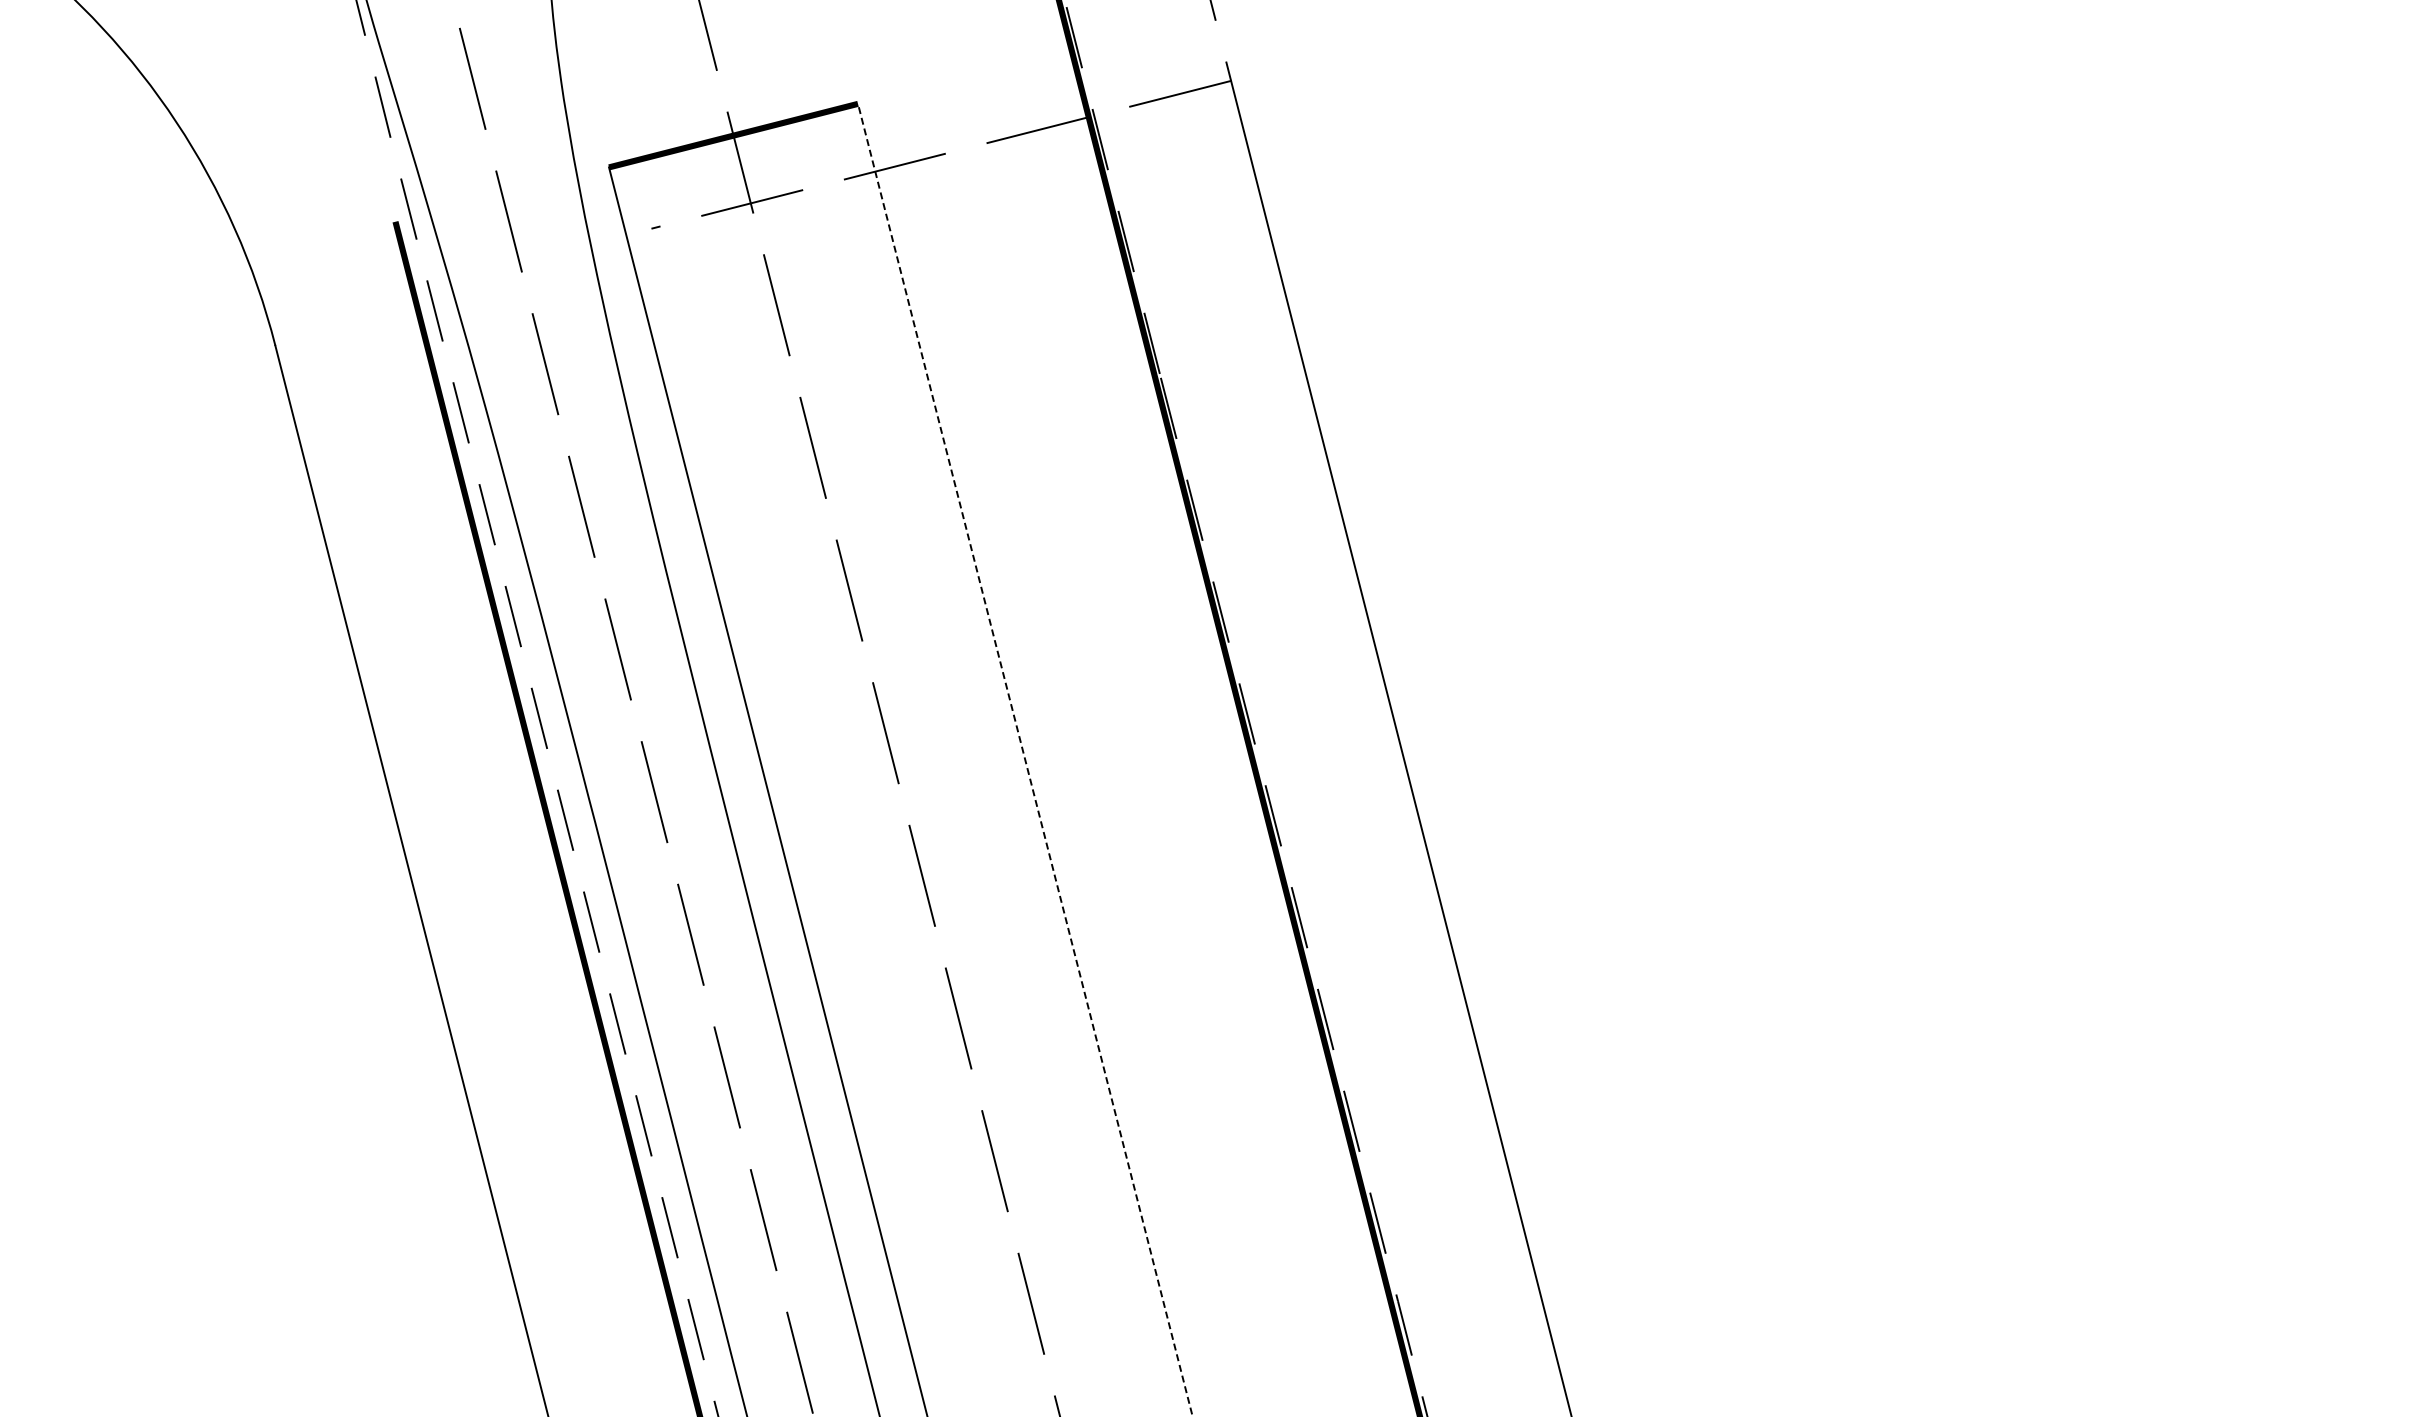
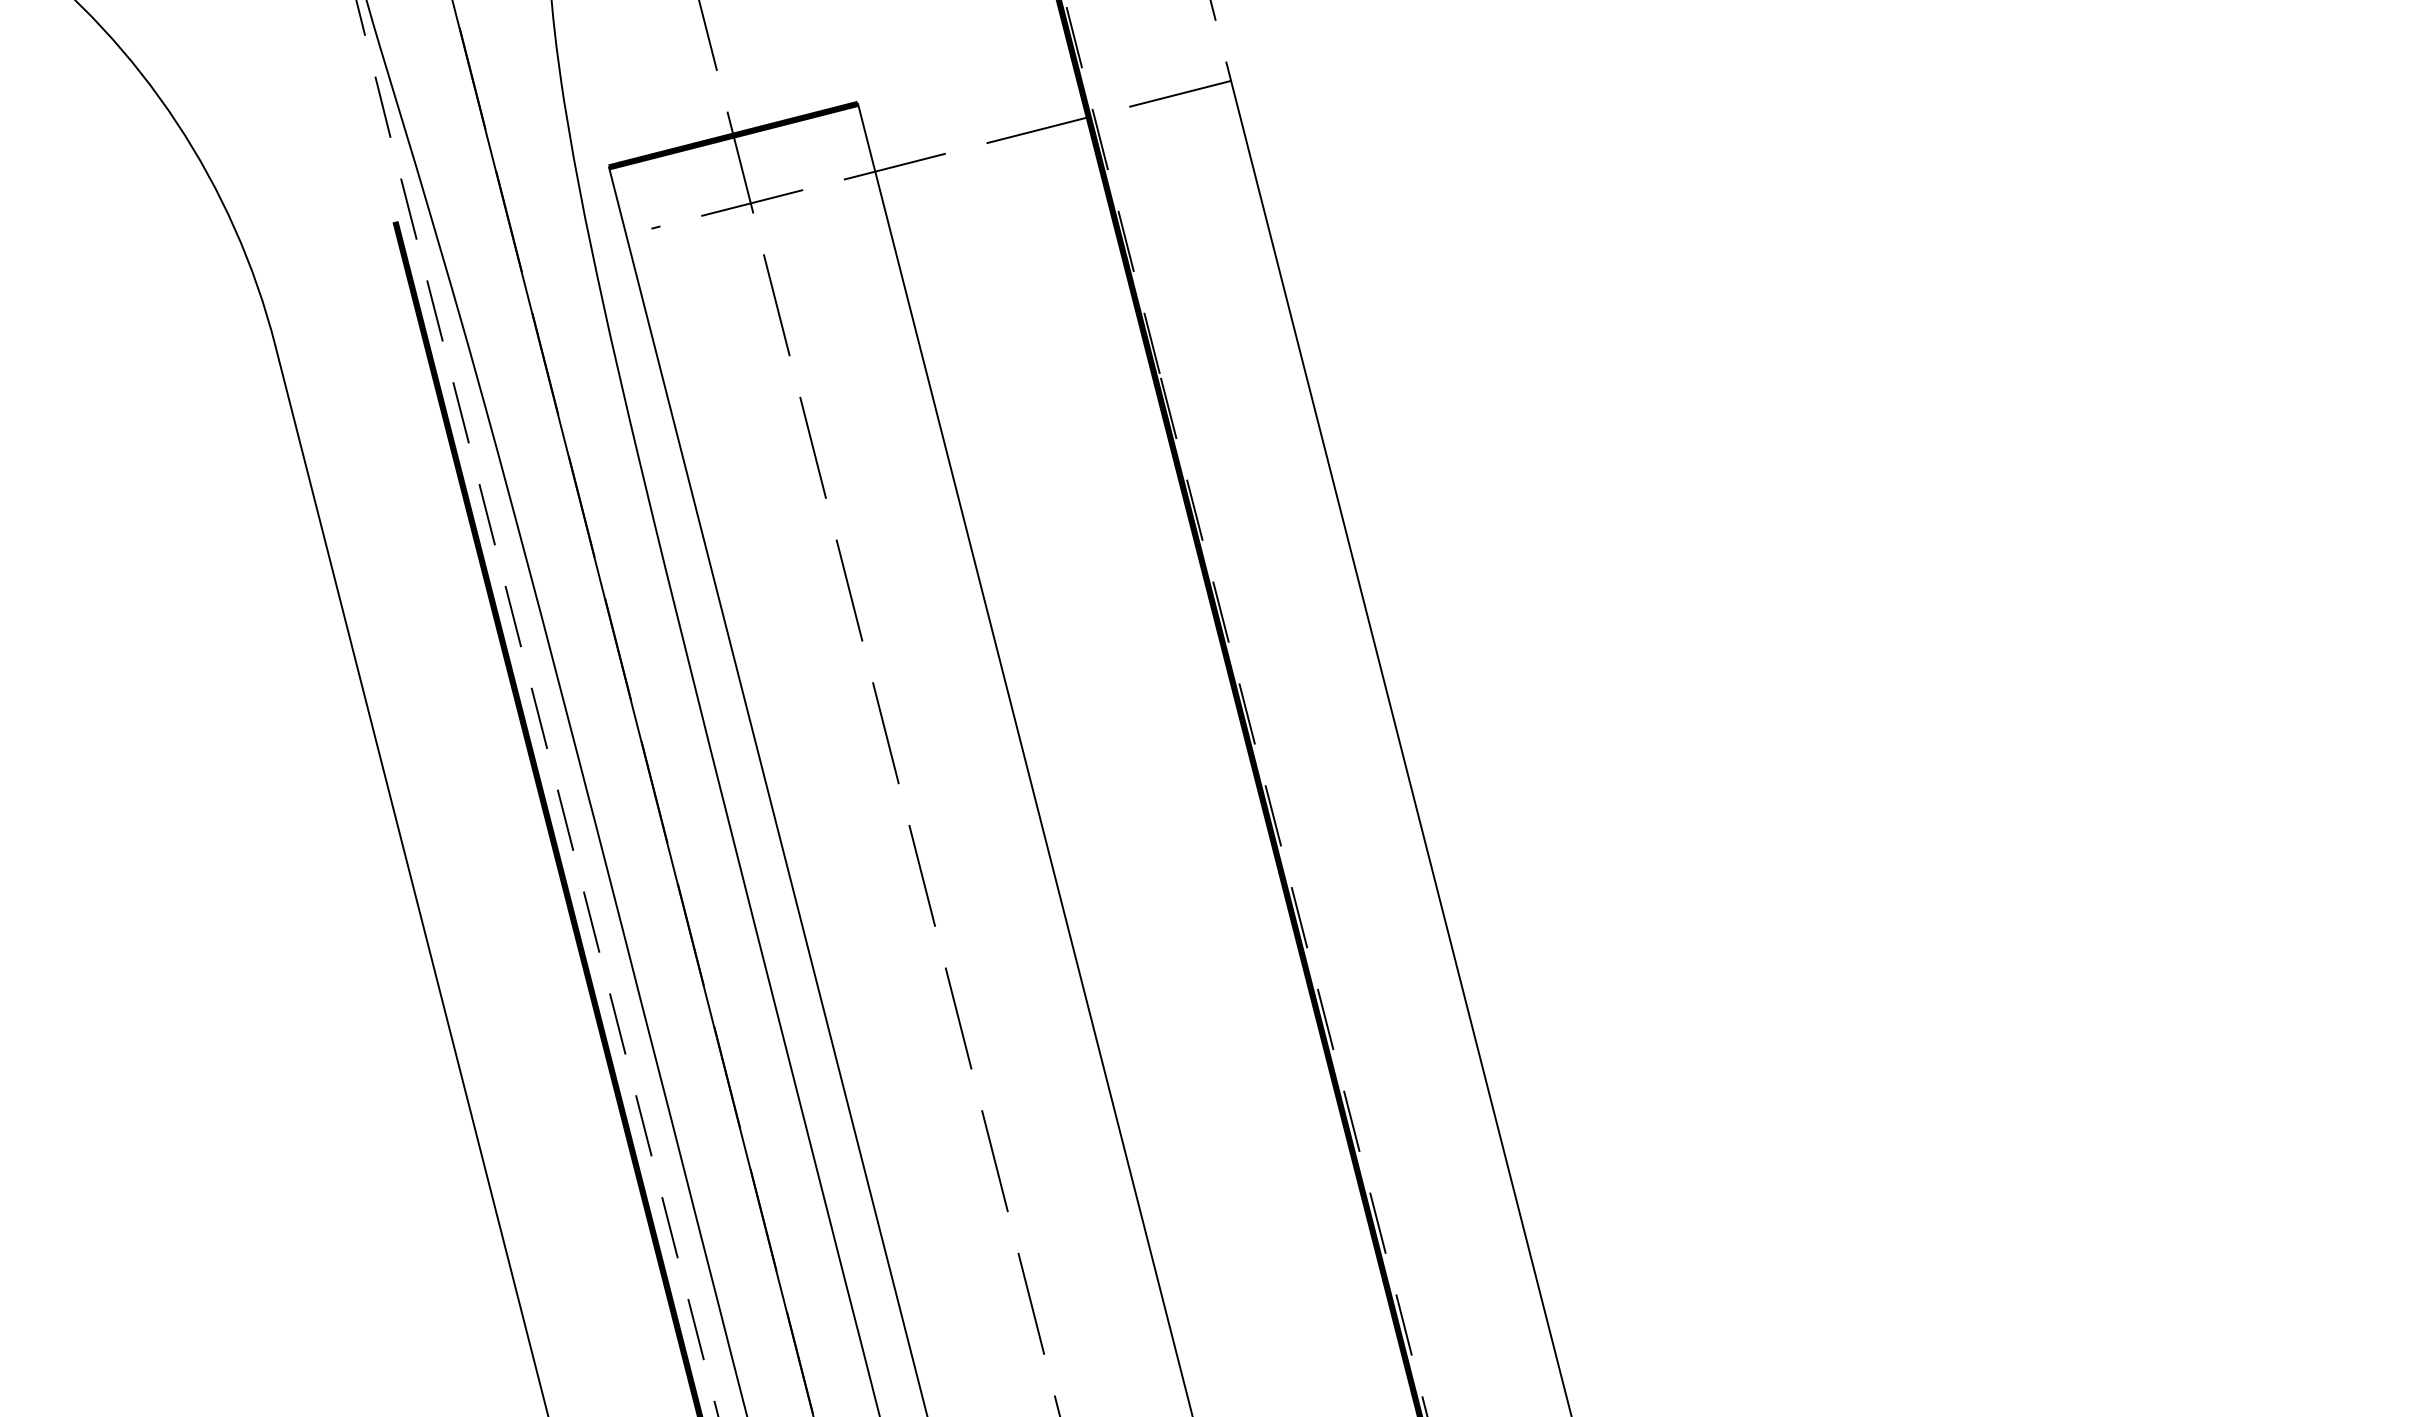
line at (632, 707): none -> present
line at (1025, 760): dashed -> solid
